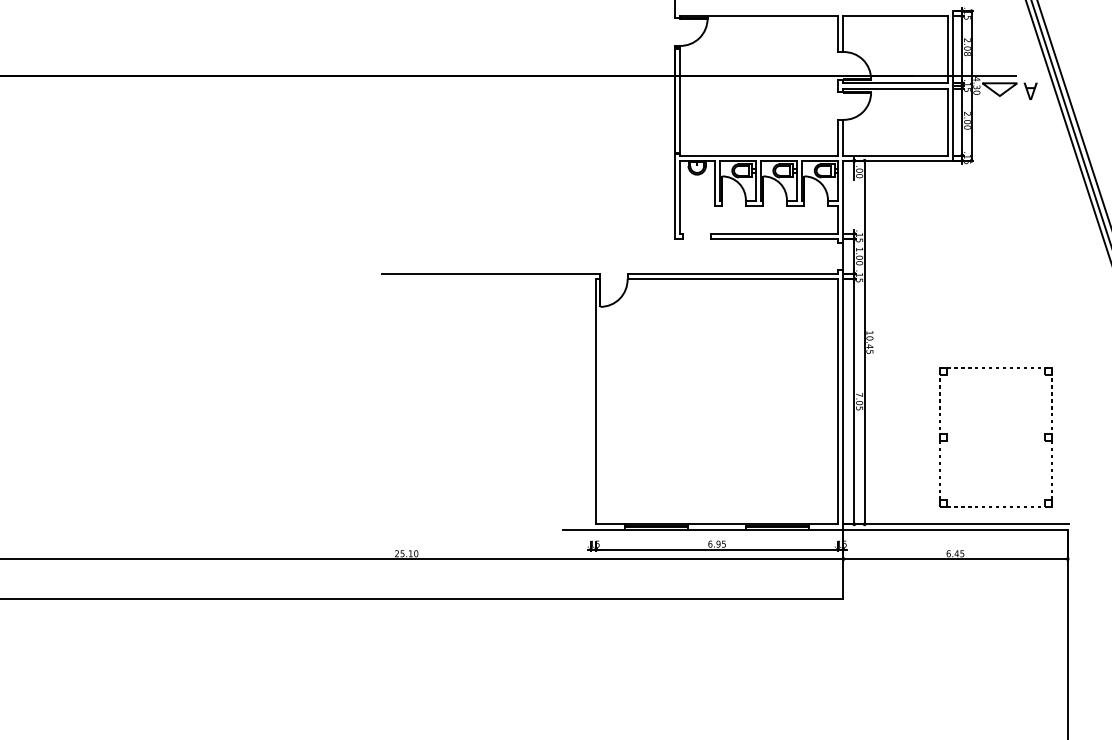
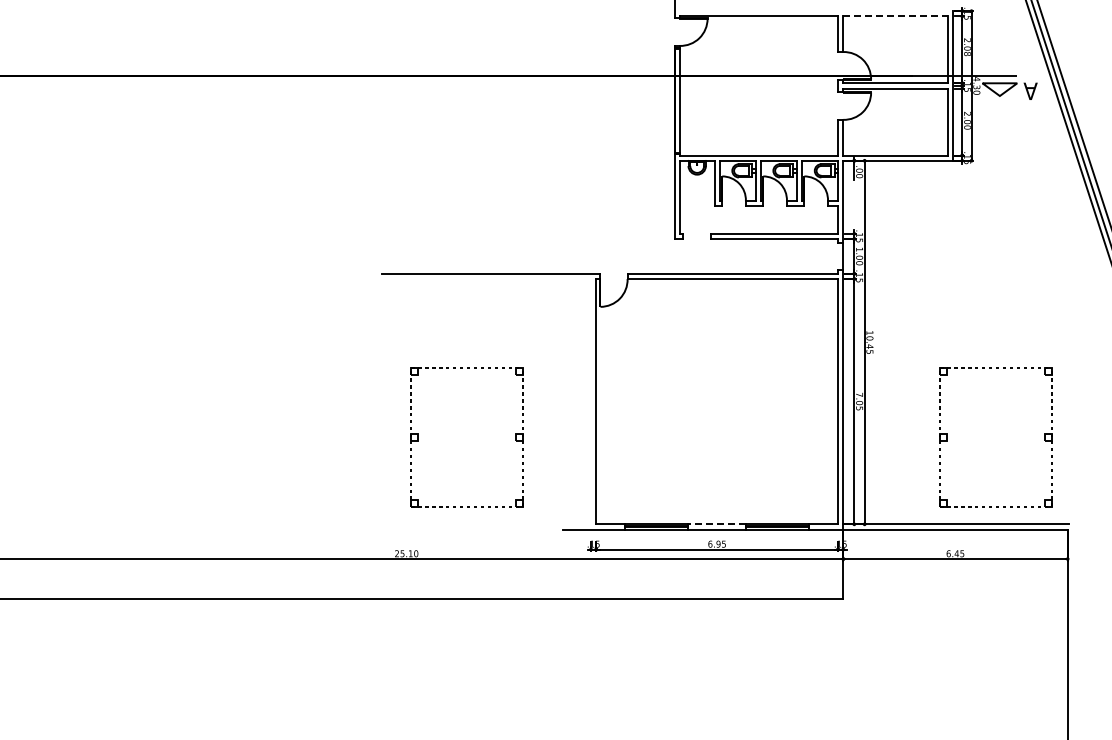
line at (896, 16): solid -> dashed
part at (418, 437): none -> present
line at (717, 524): solid -> dashed
